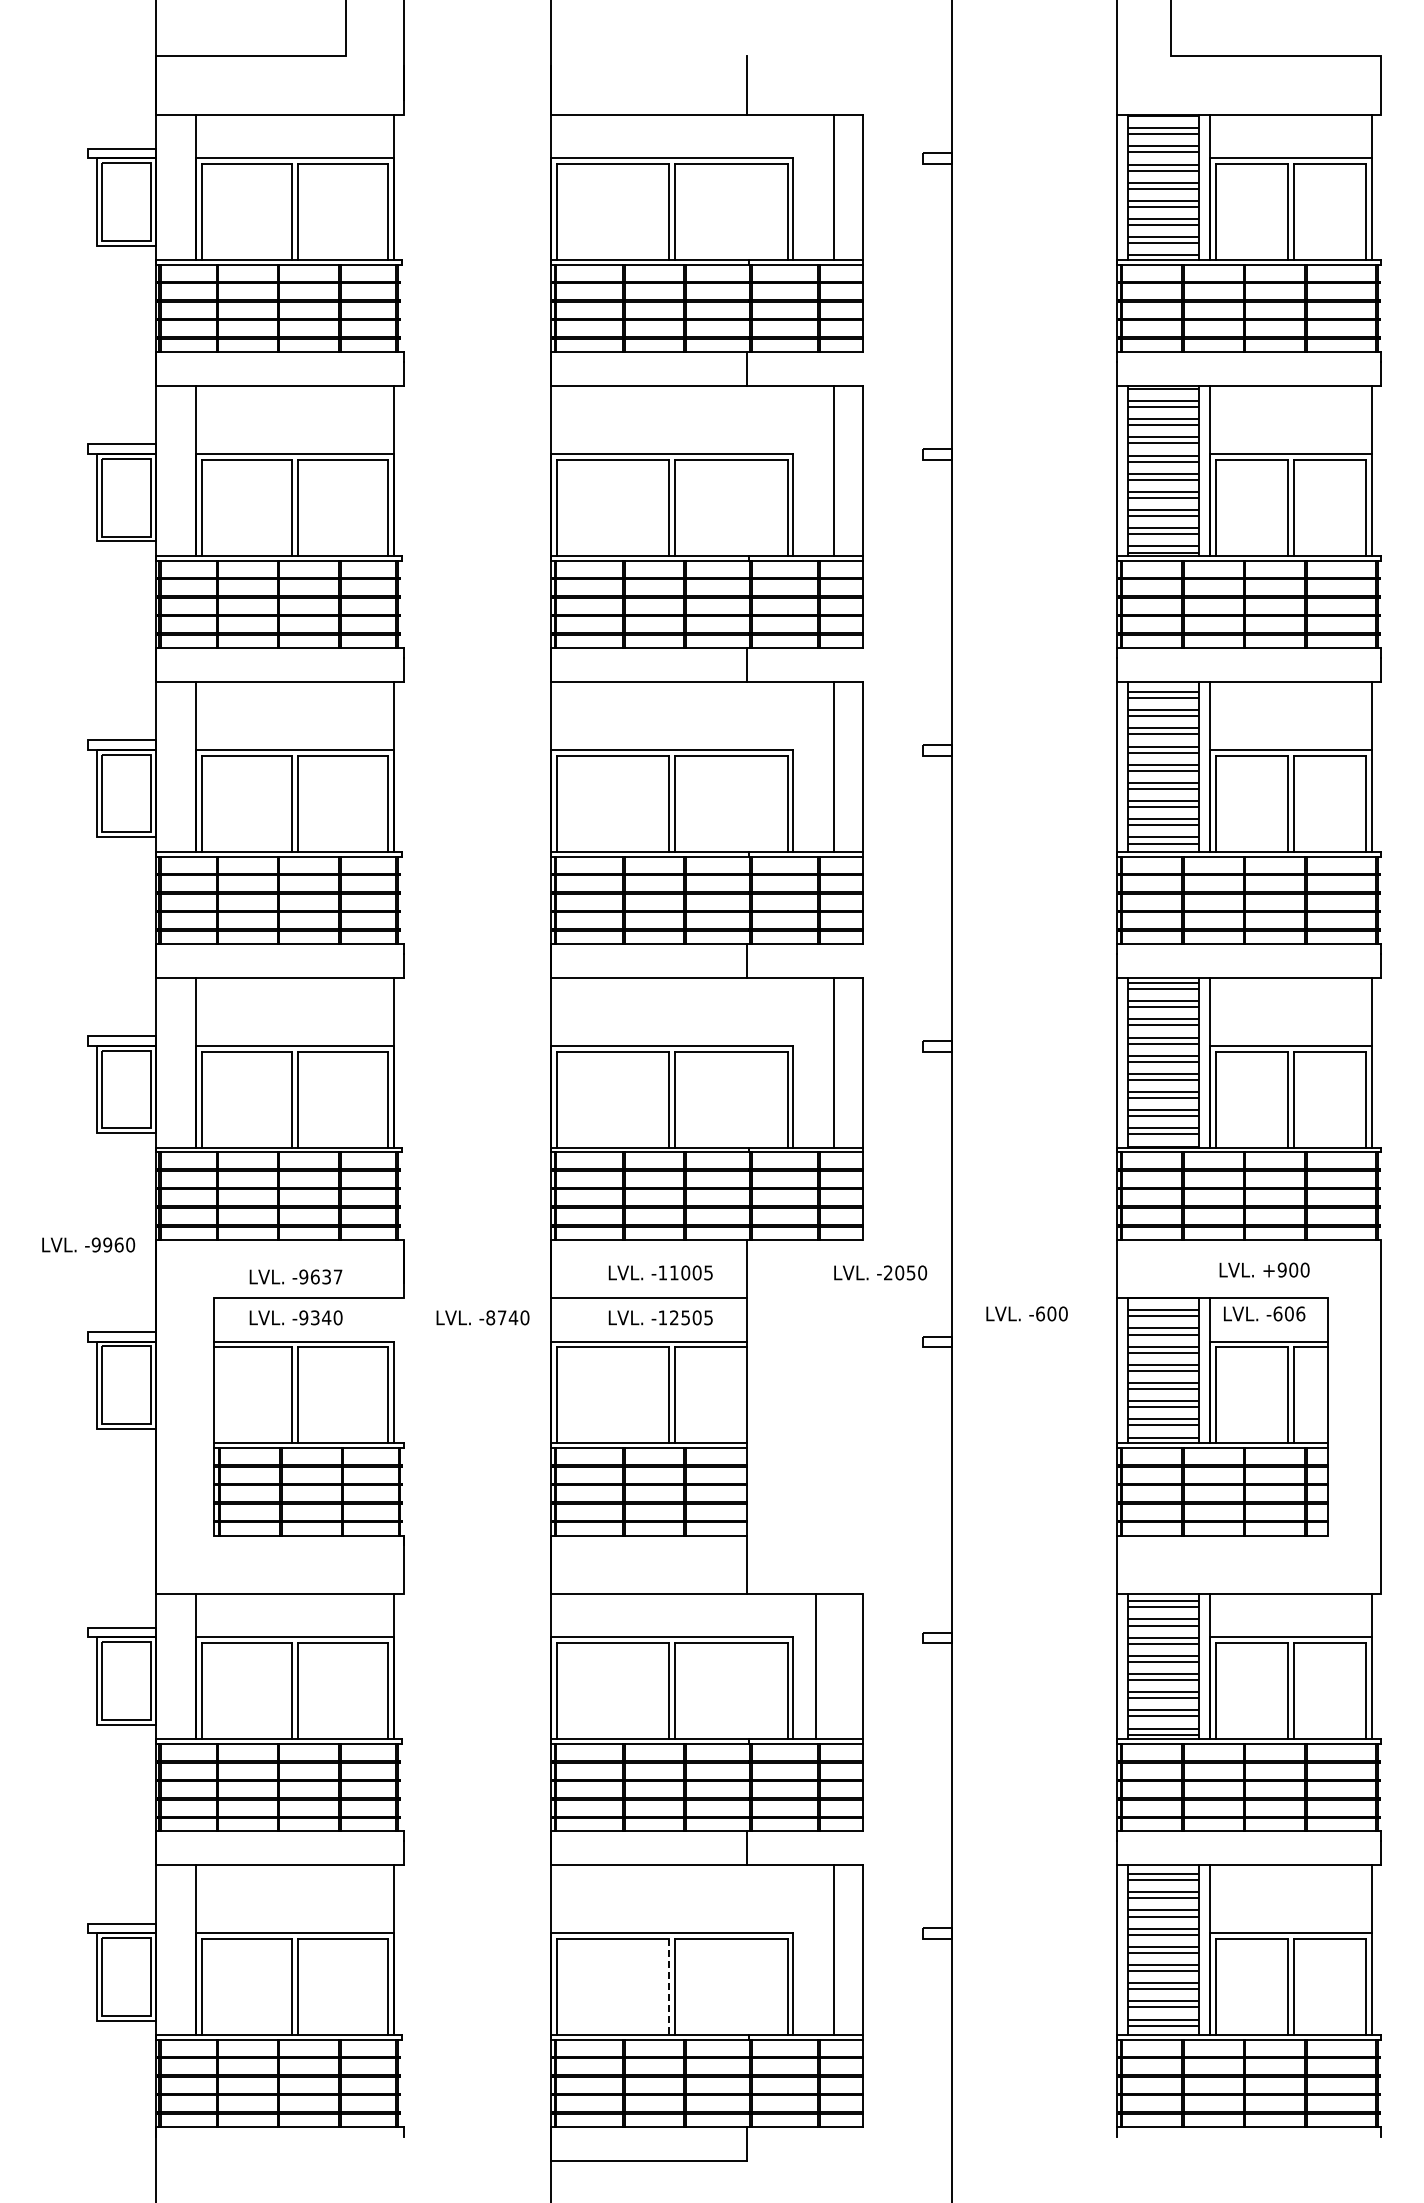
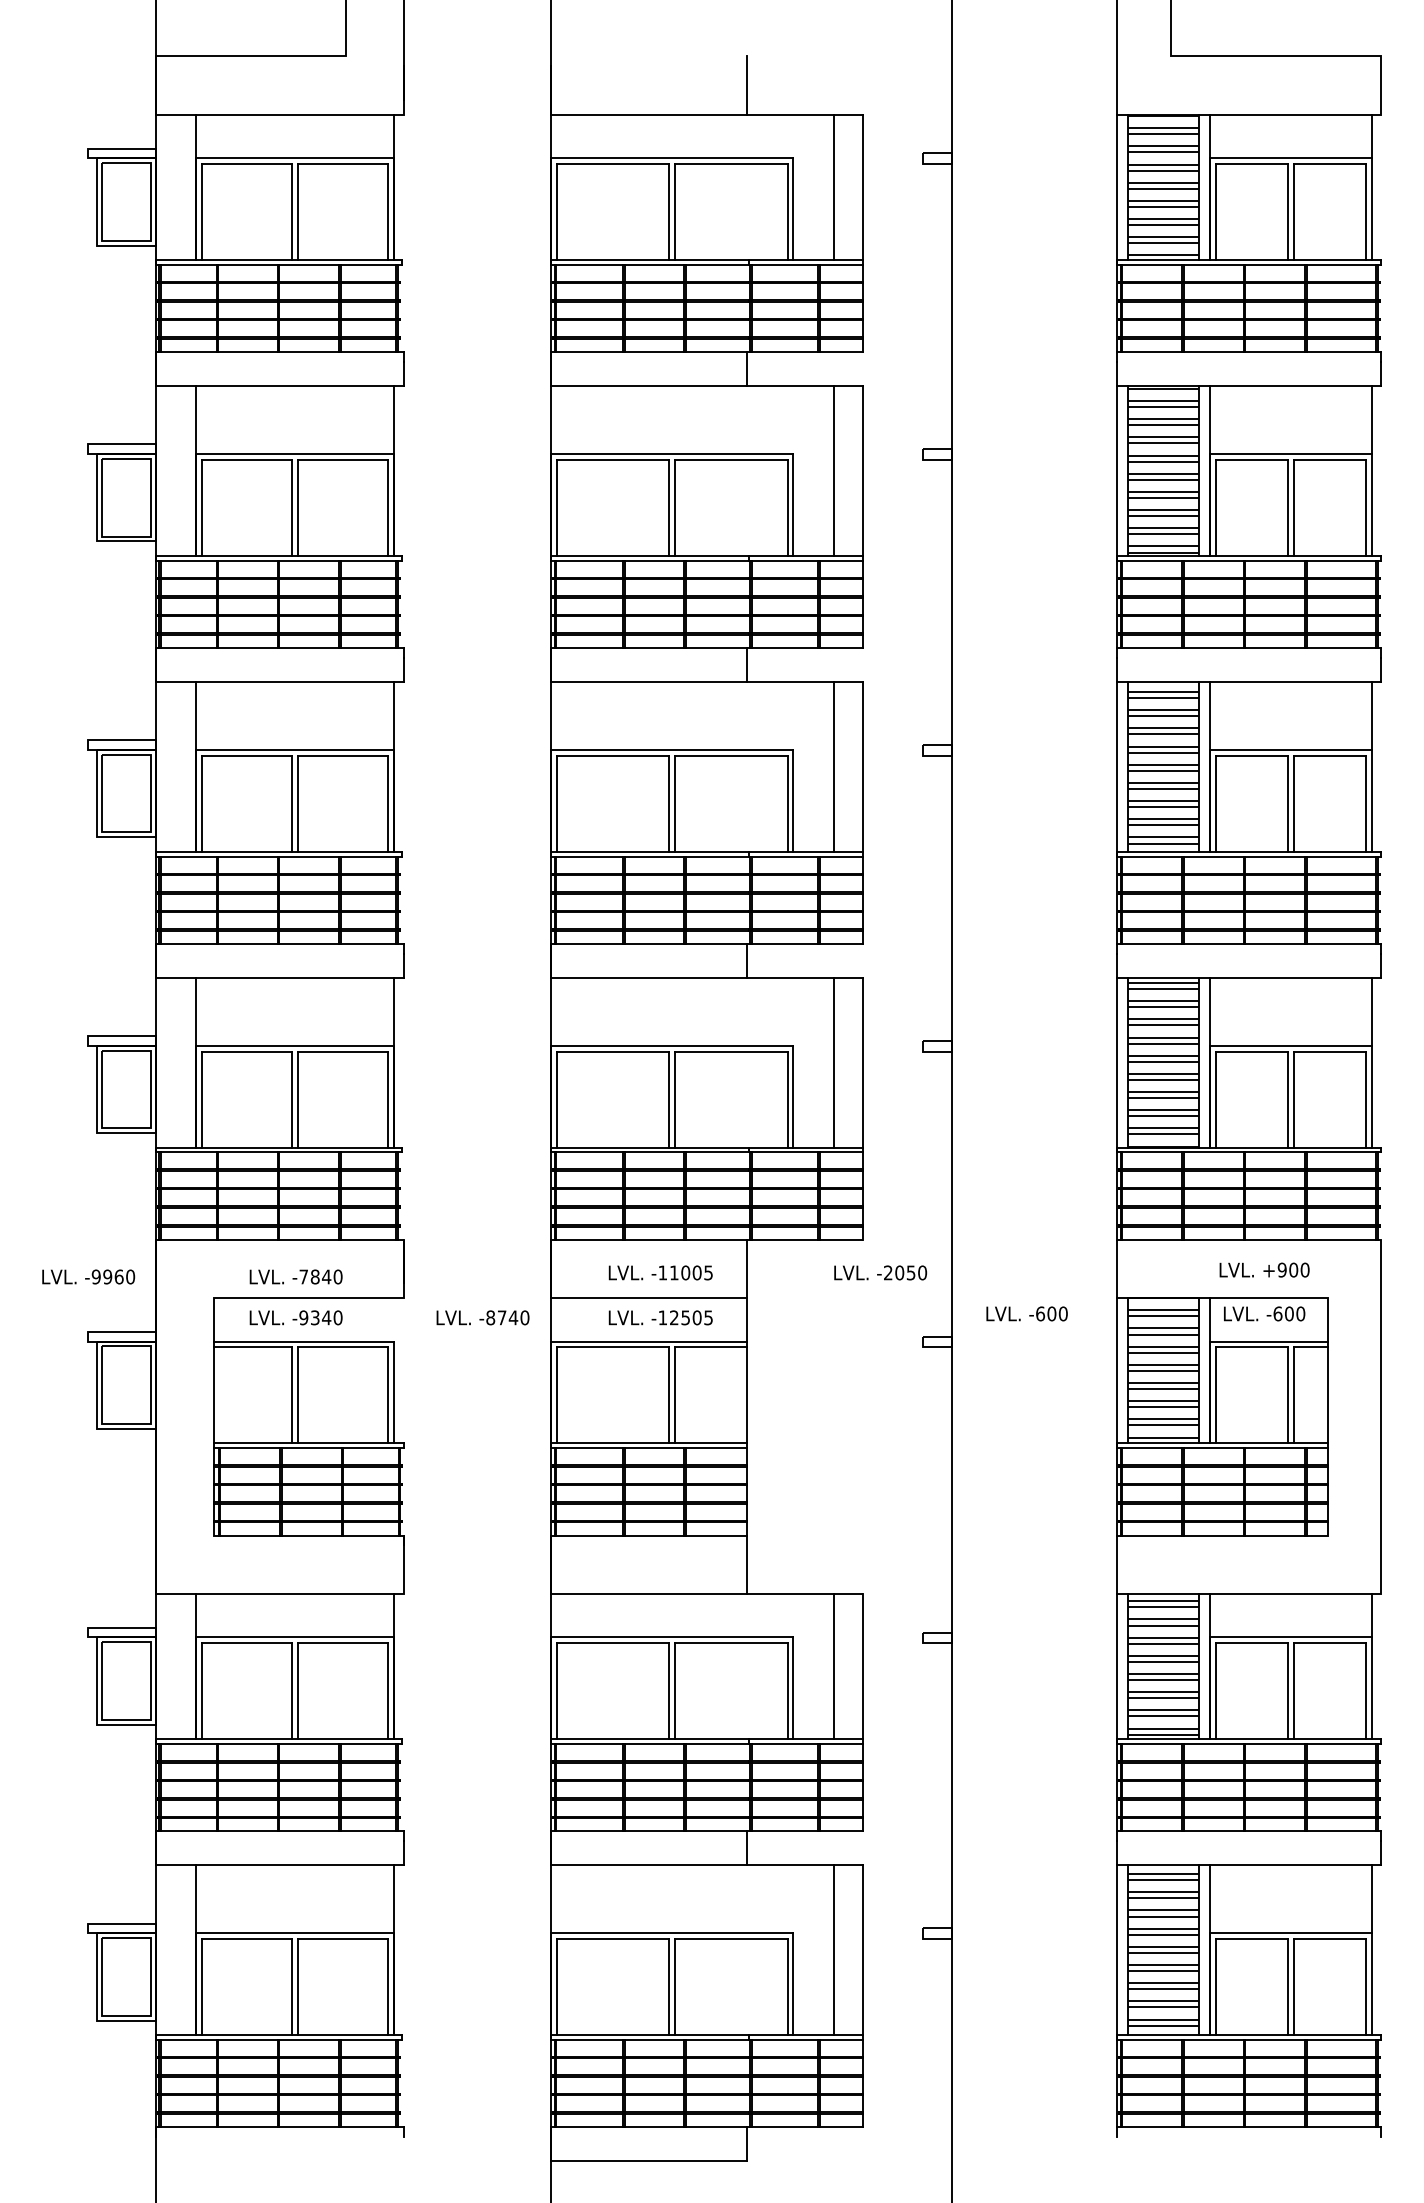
text at (88, 1244) position: (88, 1244) -> (88, 1276)
text at (320, 1276): -9637 -> -7840
text at (1300, 1313): -606 -> -600
line at (815, 1666) position: (815, 1666) -> (833, 1666)
line at (668, 1987): dashed -> solid
